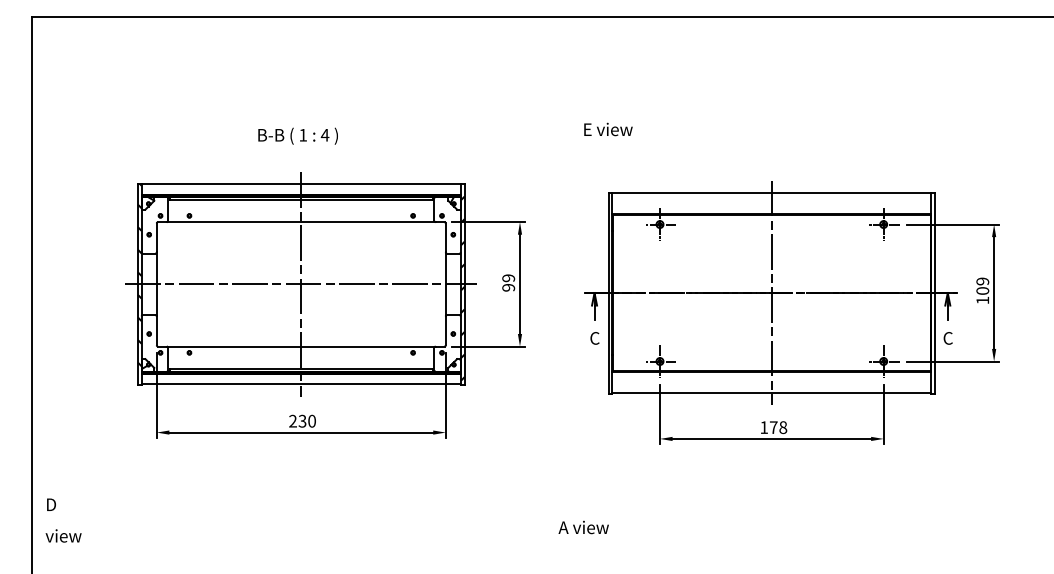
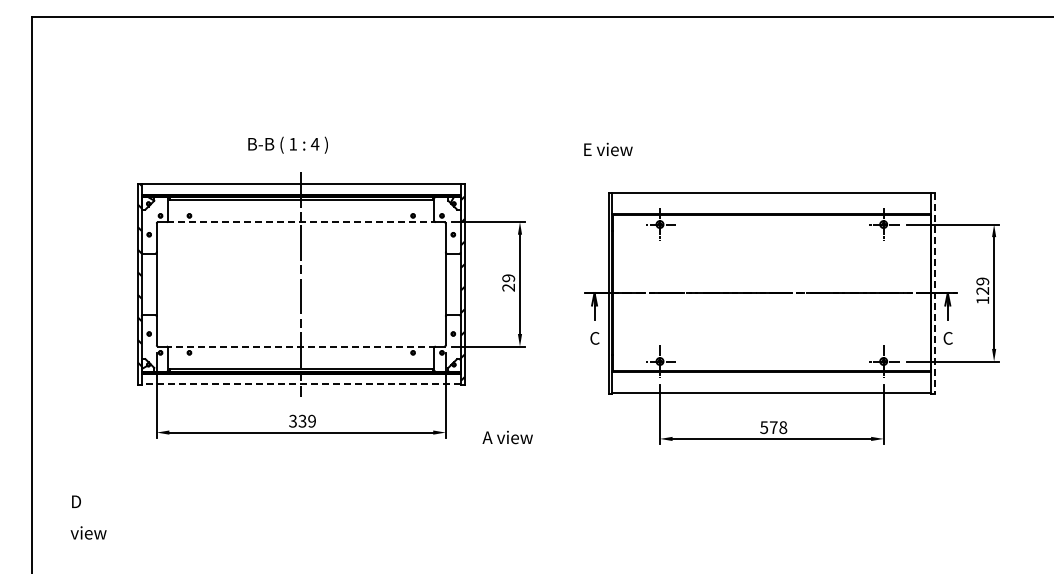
text at (608, 129) position: (608, 129) -> (608, 149)
text at (297, 135) position: (297, 135) -> (287, 144)
line at (301, 222): solid -> dashed
line at (301, 284): present -> none
text at (509, 287): 99 -> 29
text at (982, 290): 109 -> 129
line at (771, 292): present -> none
line at (935, 293): solid -> dashed
line at (300, 346): solid -> dashed
line at (301, 384): solid -> dashed
text at (302, 421): 230 -> 339
text at (764, 427): 178 -> 578
text at (63, 520) position: (63, 520) -> (88, 517)
text at (583, 527) position: (583, 527) -> (507, 437)
